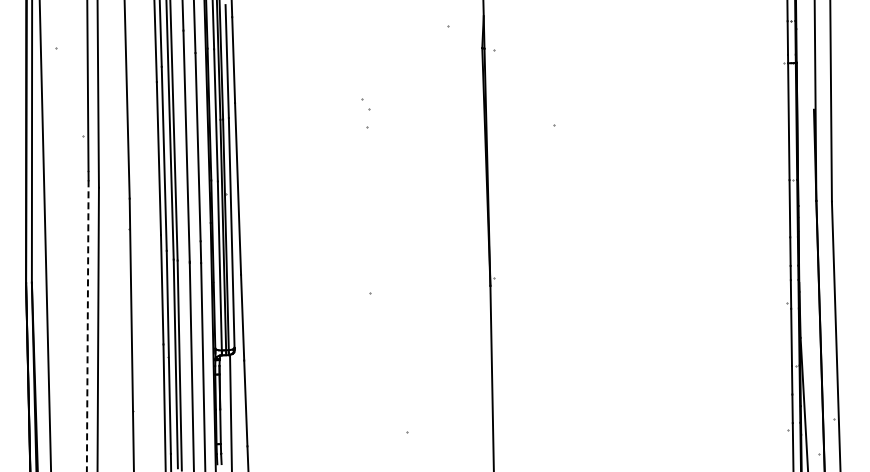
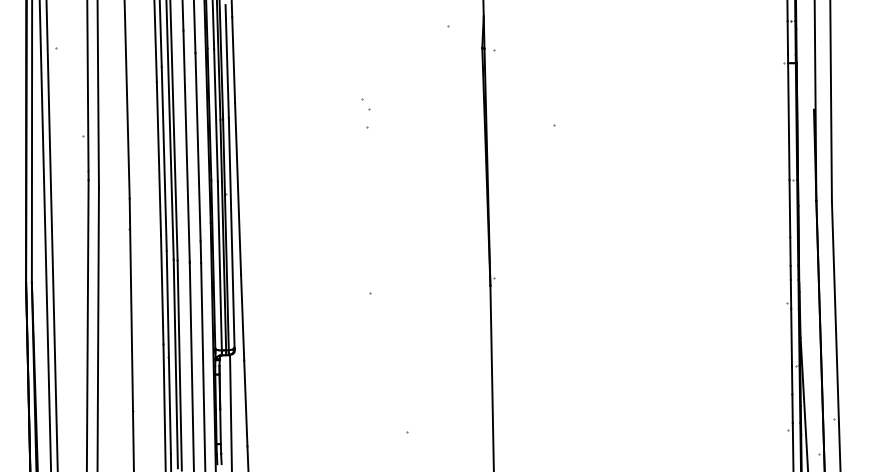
line at (51, 235): none -> present
line at (87, 326): dashed -> solid
